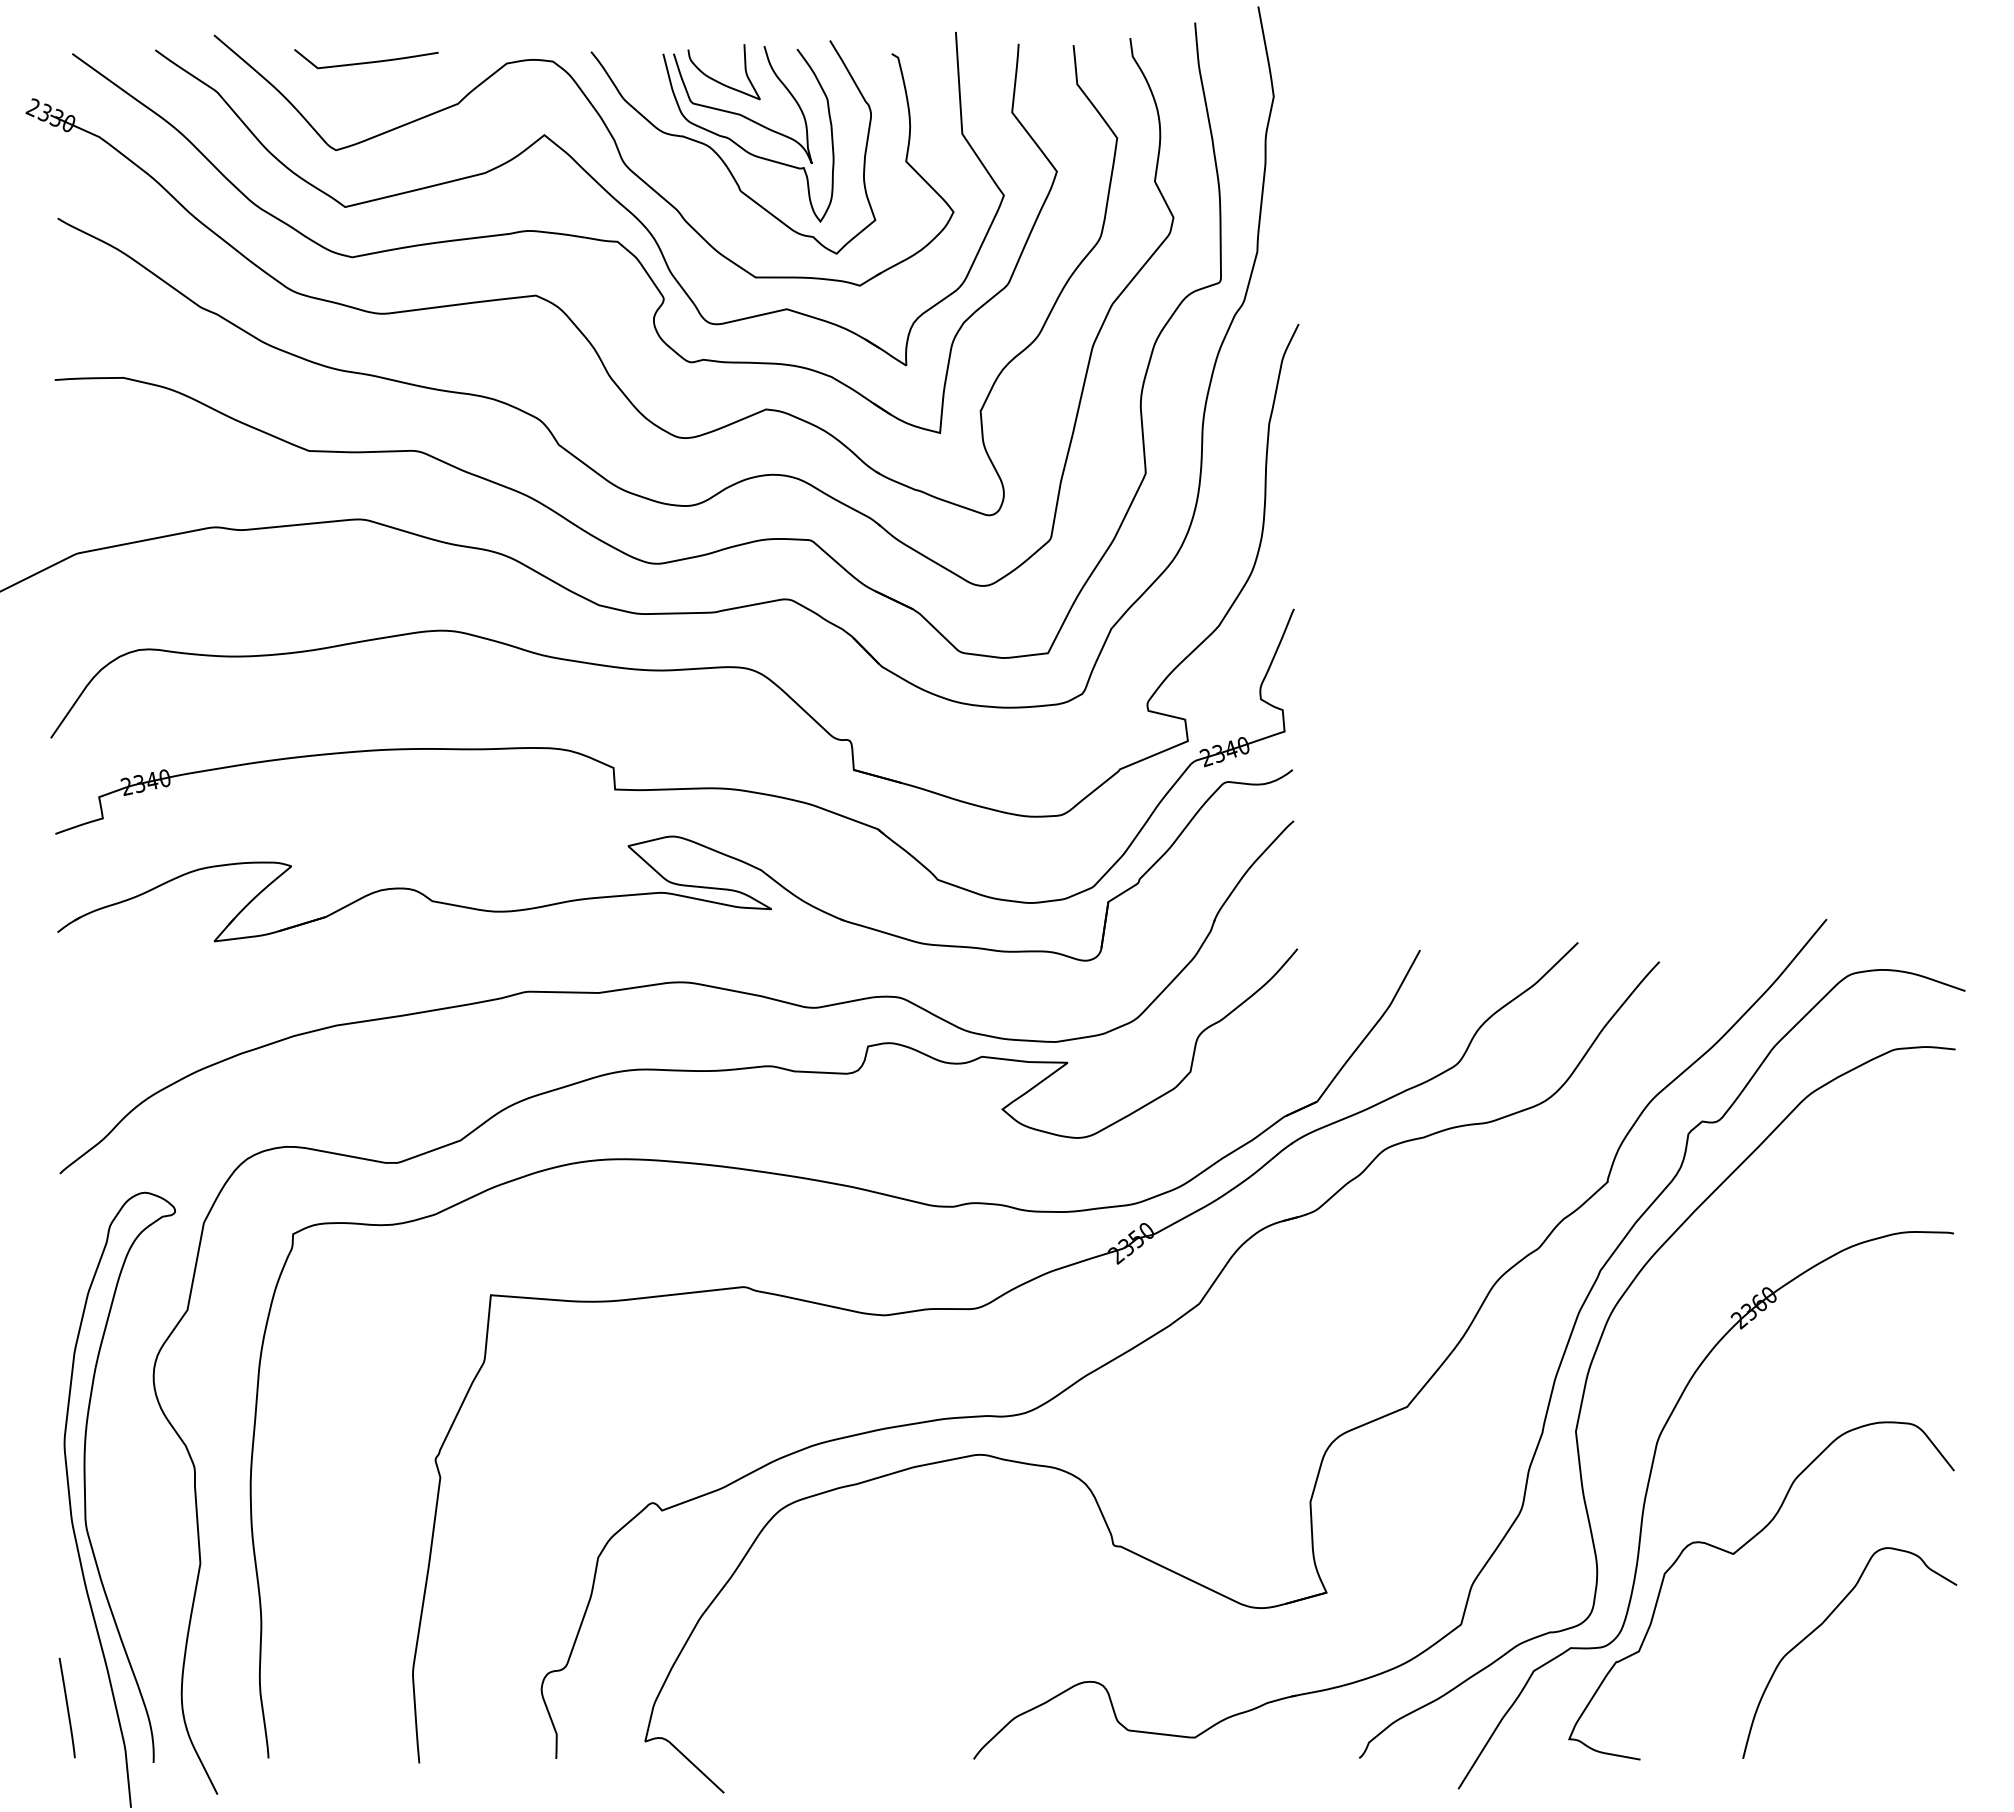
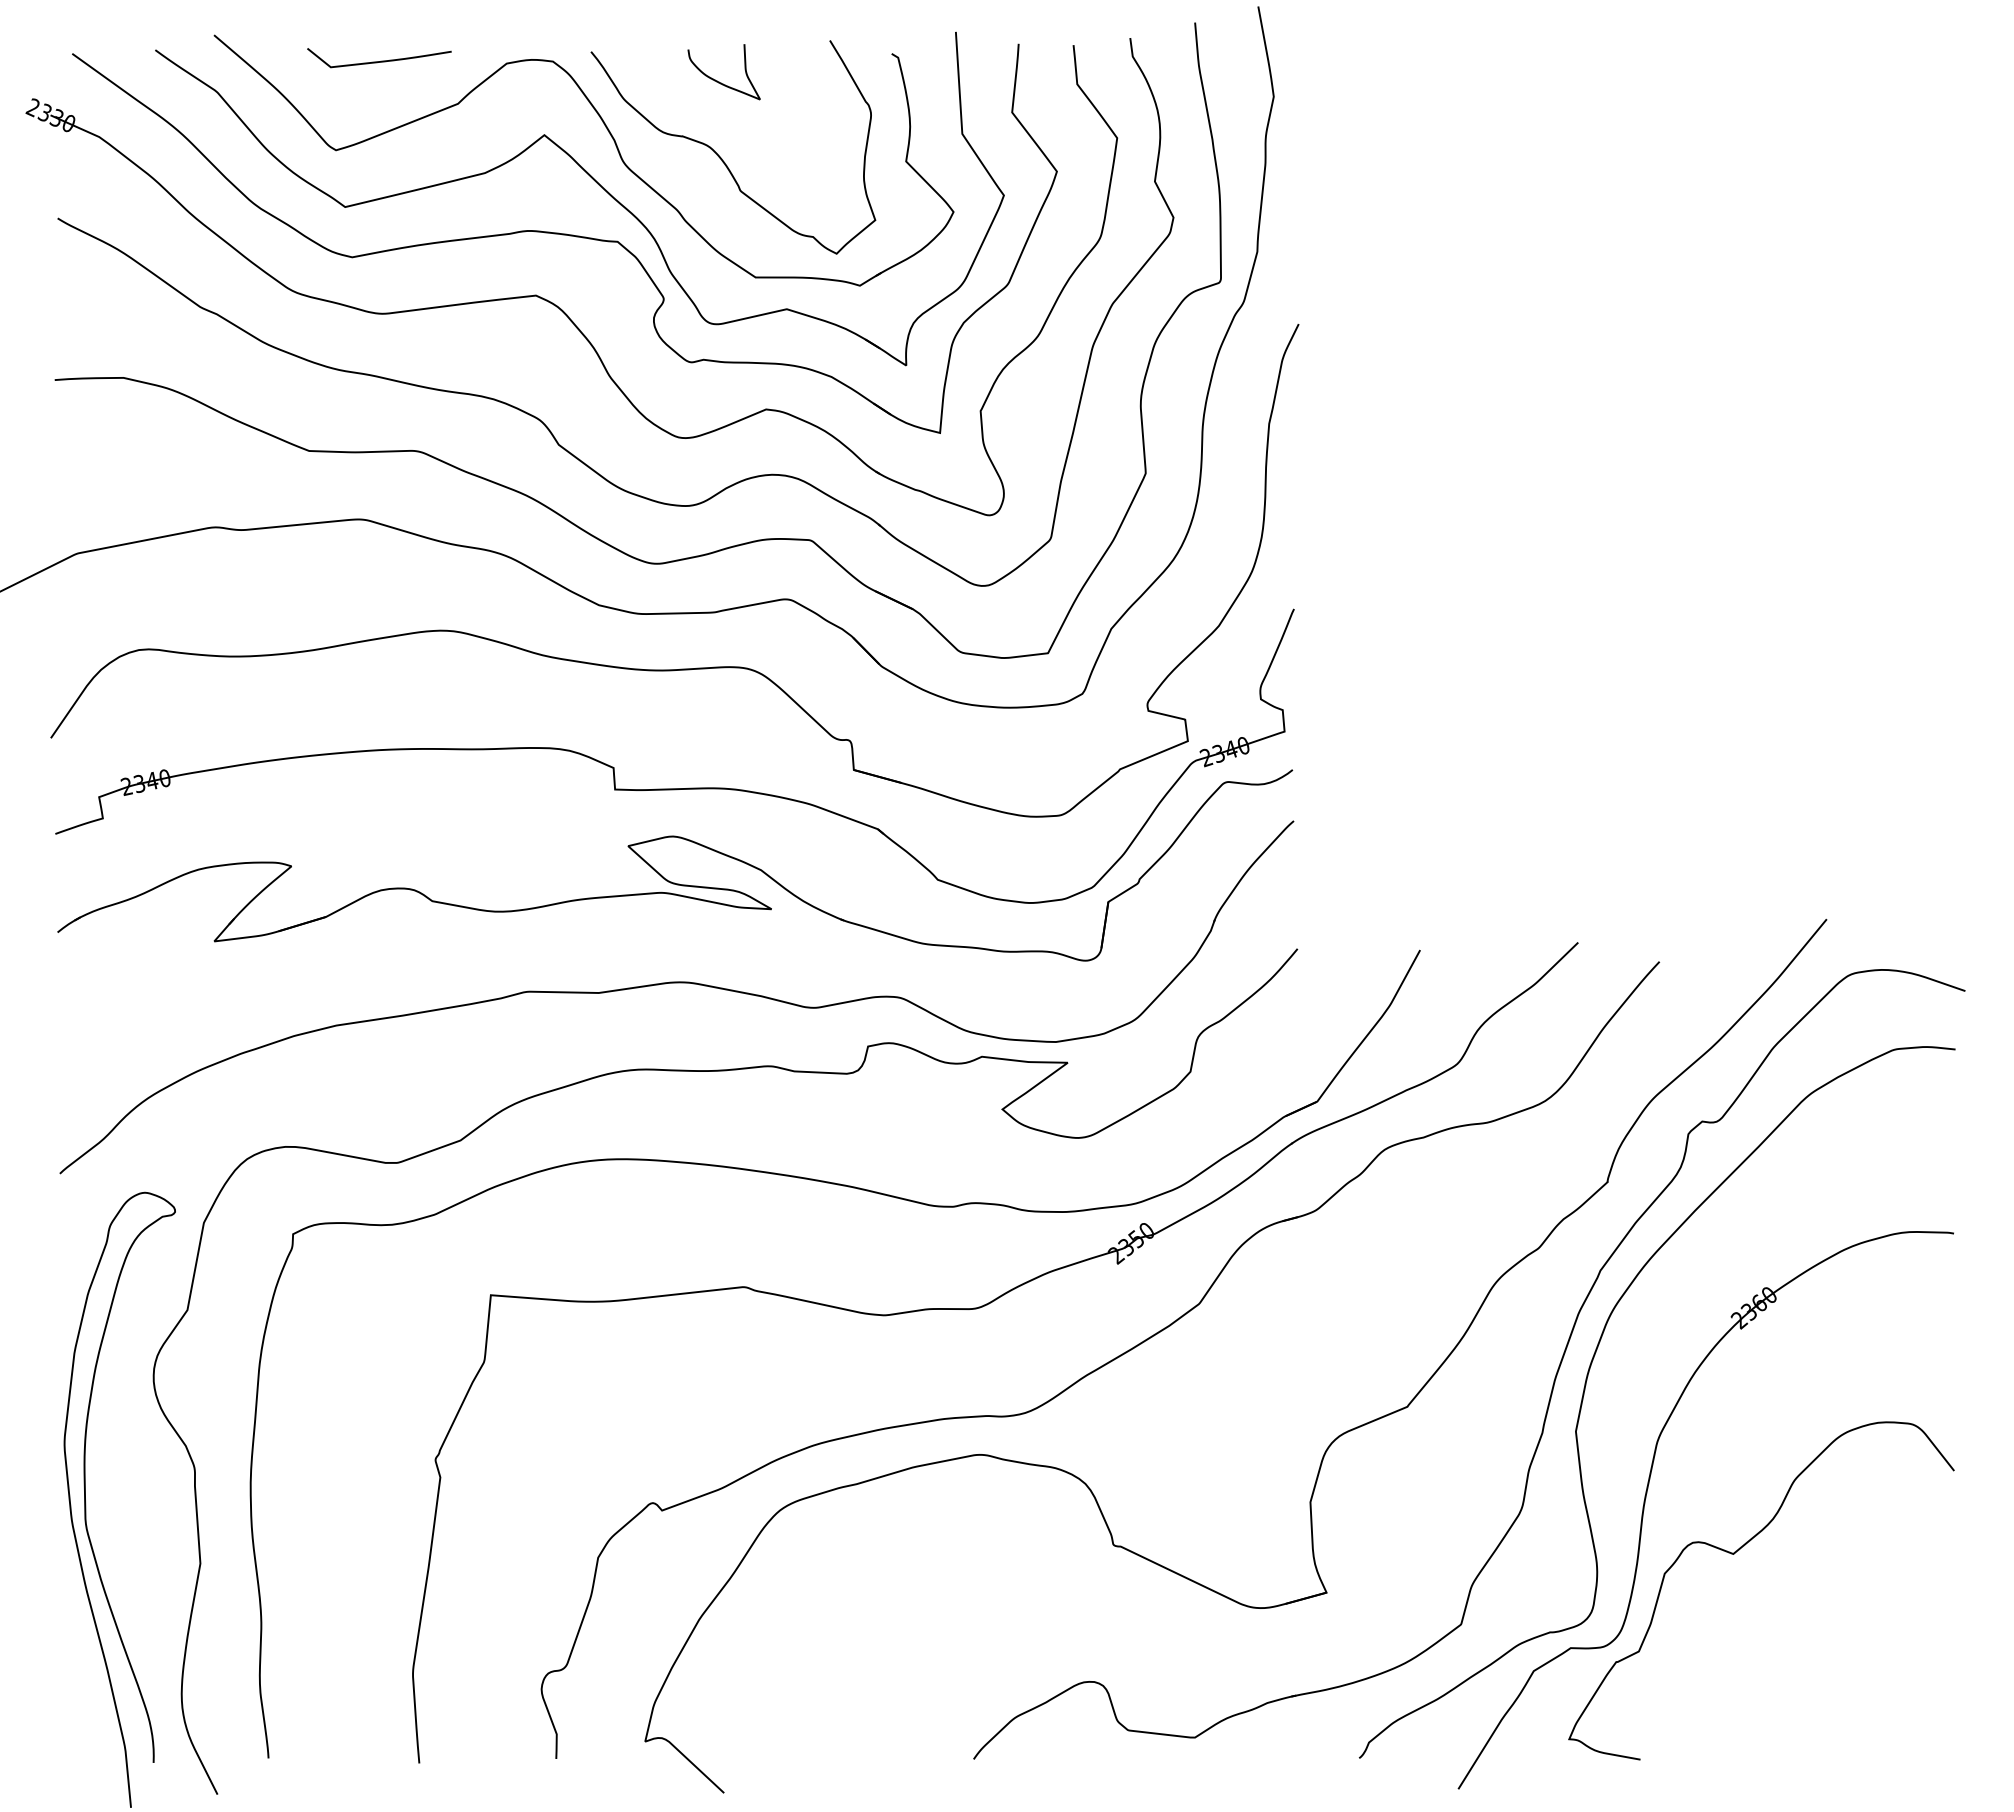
curve at (368, 61) position: (368, 61) -> (381, 60)
part at (753, 122): present -> none
curve at (1822, 1624): present -> none
line at (66, 1707): present -> none
